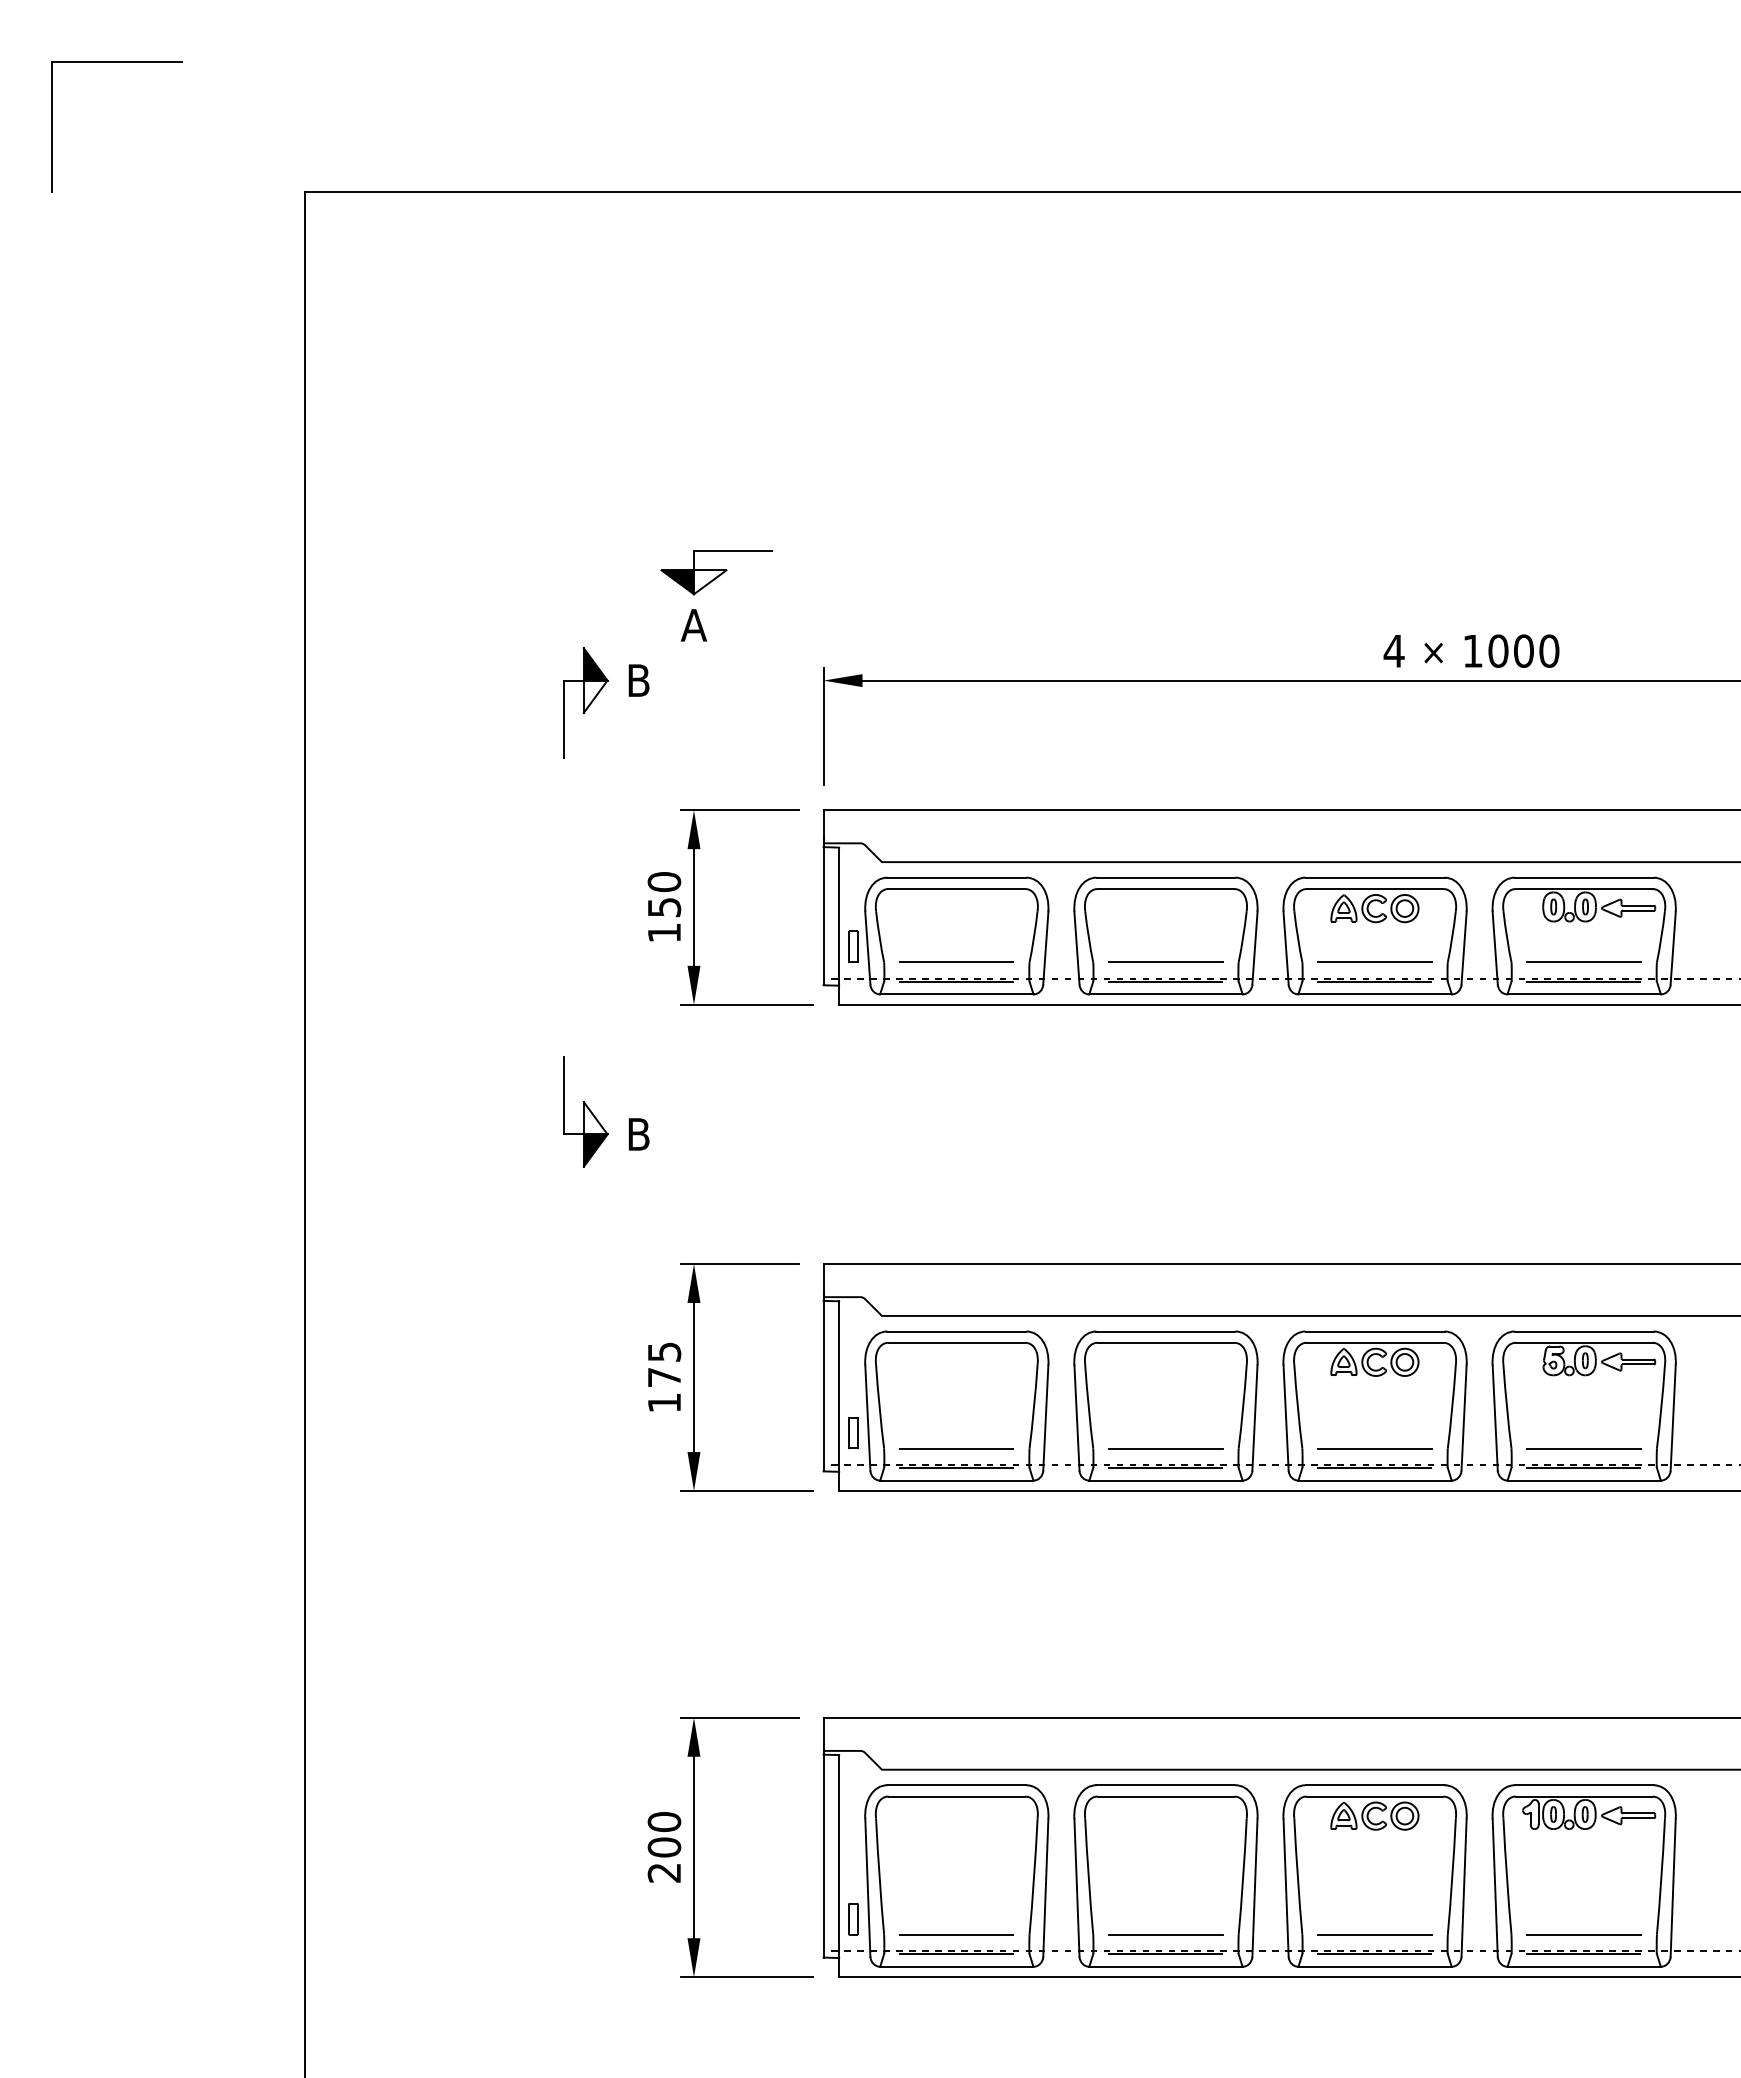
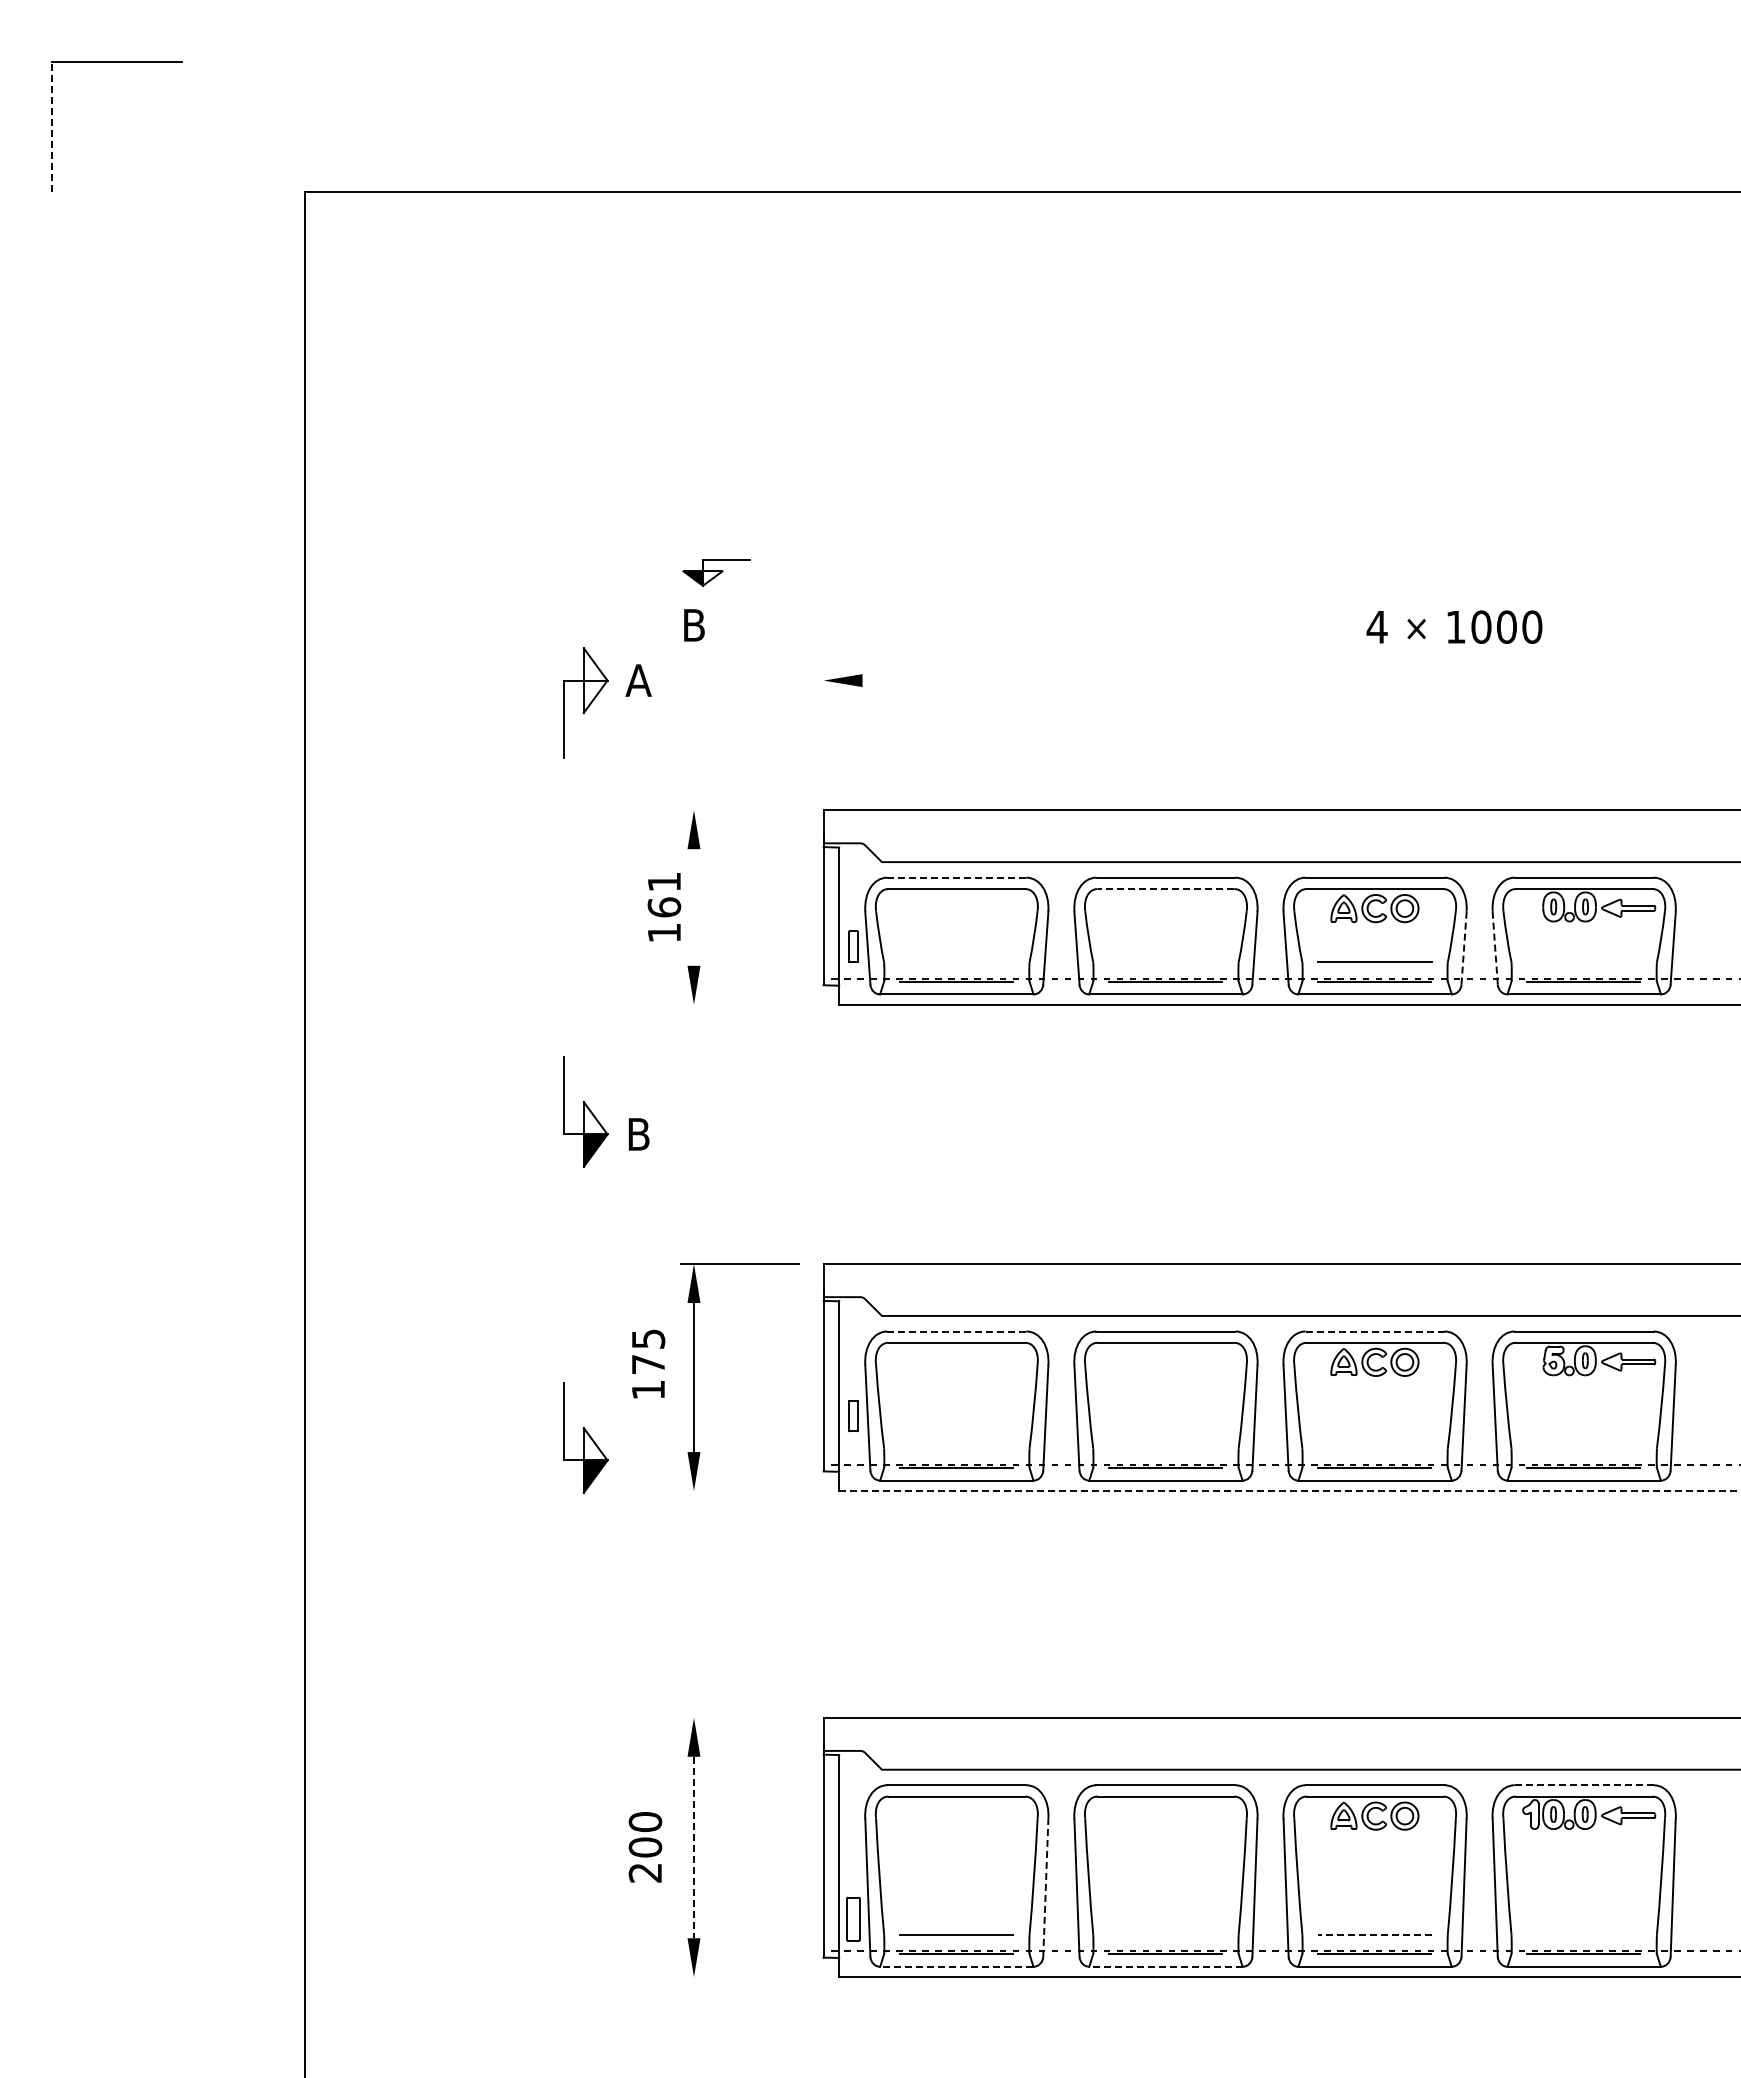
line at (52, 127): solid -> dashed
part at (716, 572) size: 113x46 px -> 69x28 px
text at (693, 625): A -> B
text at (1471, 650) position: (1471, 650) -> (1454, 626)
fill at (595, 664): present -> none
text at (638, 680): B -> A
line at (1299, 680): present -> none
line at (823, 725): present -> none
line at (739, 810): present -> none
line at (956, 877): solid -> dashed
line at (1165, 889): solid -> dashed
text at (664, 894): 150 -> 161
line at (693, 907): present -> none
line at (1464, 948): solid -> dashed
line at (1495, 948): solid -> dashed
line at (956, 962): present -> none
line at (1165, 962): present -> none
line at (1583, 962): present -> none
line at (747, 1004): present -> none
line at (956, 1331): solid -> dashed
line at (1374, 1331): solid -> dashed
text at (664, 1376) position: (664, 1376) -> (648, 1363)
part at (853, 1433) position: (853, 1433) -> (853, 1416)
part at (585, 1437): none -> present
line at (956, 1448): present -> none
line at (1165, 1448): present -> none
line at (1374, 1448): present -> none
line at (1583, 1448): present -> none
line at (747, 1490): present -> none
line at (1289, 1490): solid -> dashed
line at (739, 1717): present -> none
line at (1583, 1785): solid -> dashed
text at (664, 1847) position: (664, 1847) -> (645, 1847)
line at (693, 1847): solid -> dashed
line at (1045, 1888): solid -> dashed
part at (853, 1919) size: 11x33 px -> 15x46 px
line at (1165, 1934): present -> none
line at (1375, 1934): solid -> dashed
line at (1583, 1934): present -> none
line at (956, 1966): solid -> dashed
line at (1165, 1966): solid -> dashed
line at (747, 1977): present -> none
